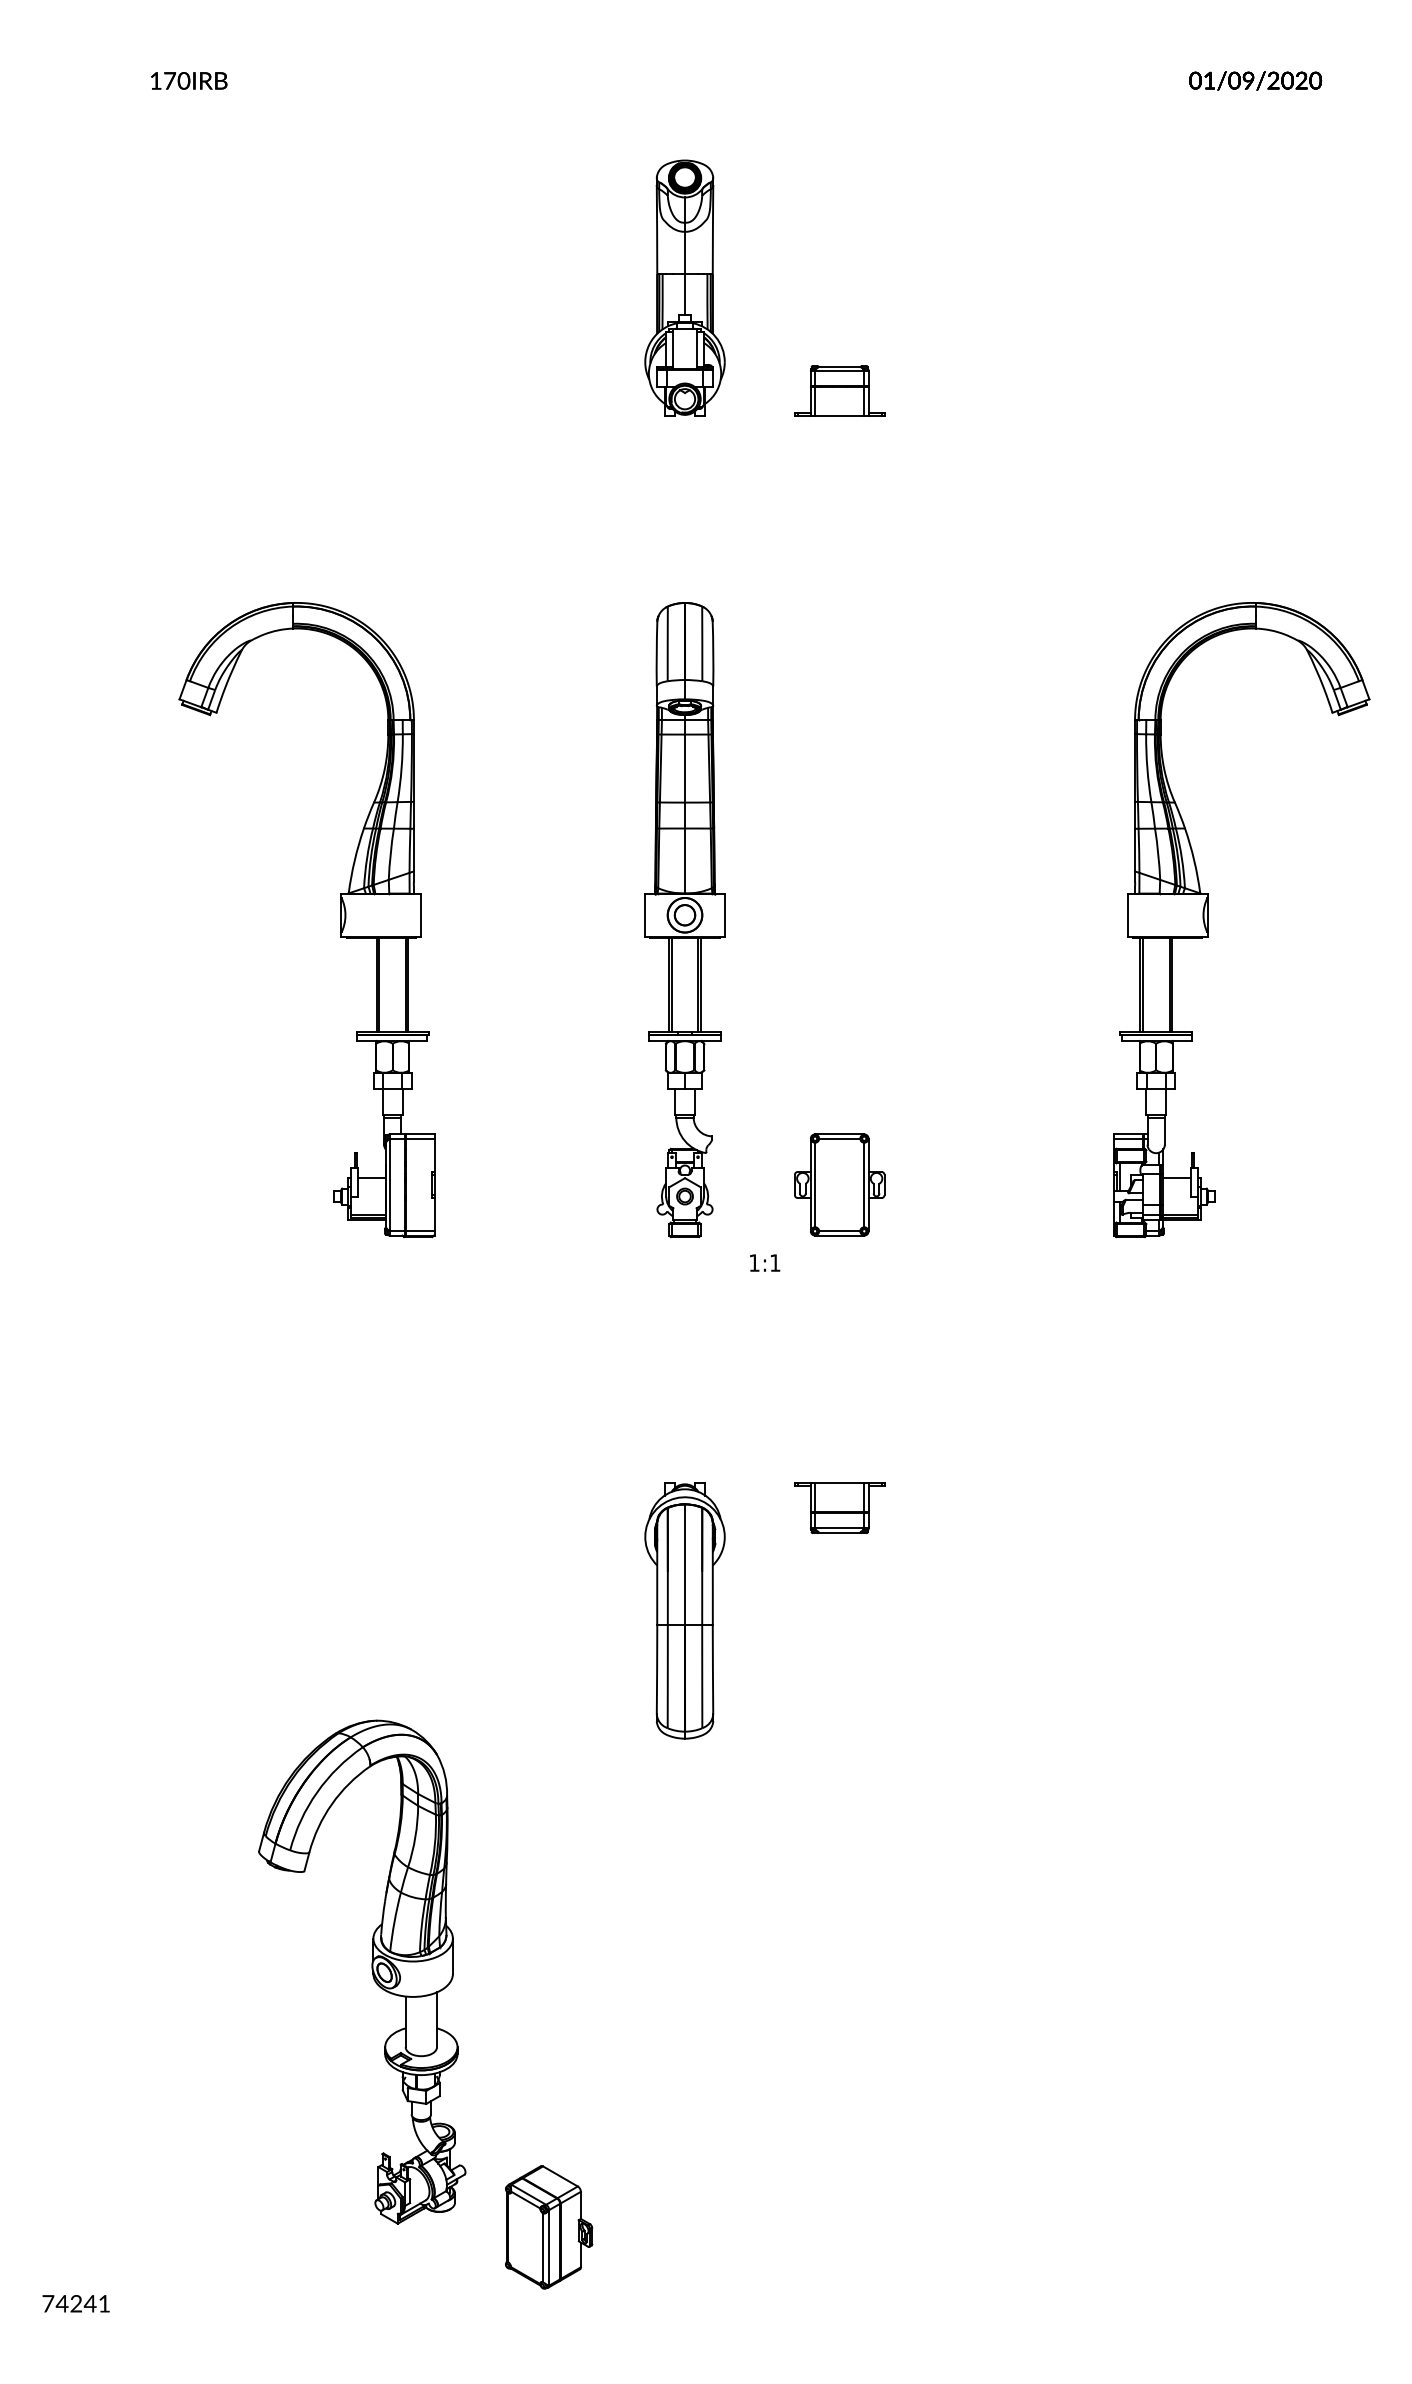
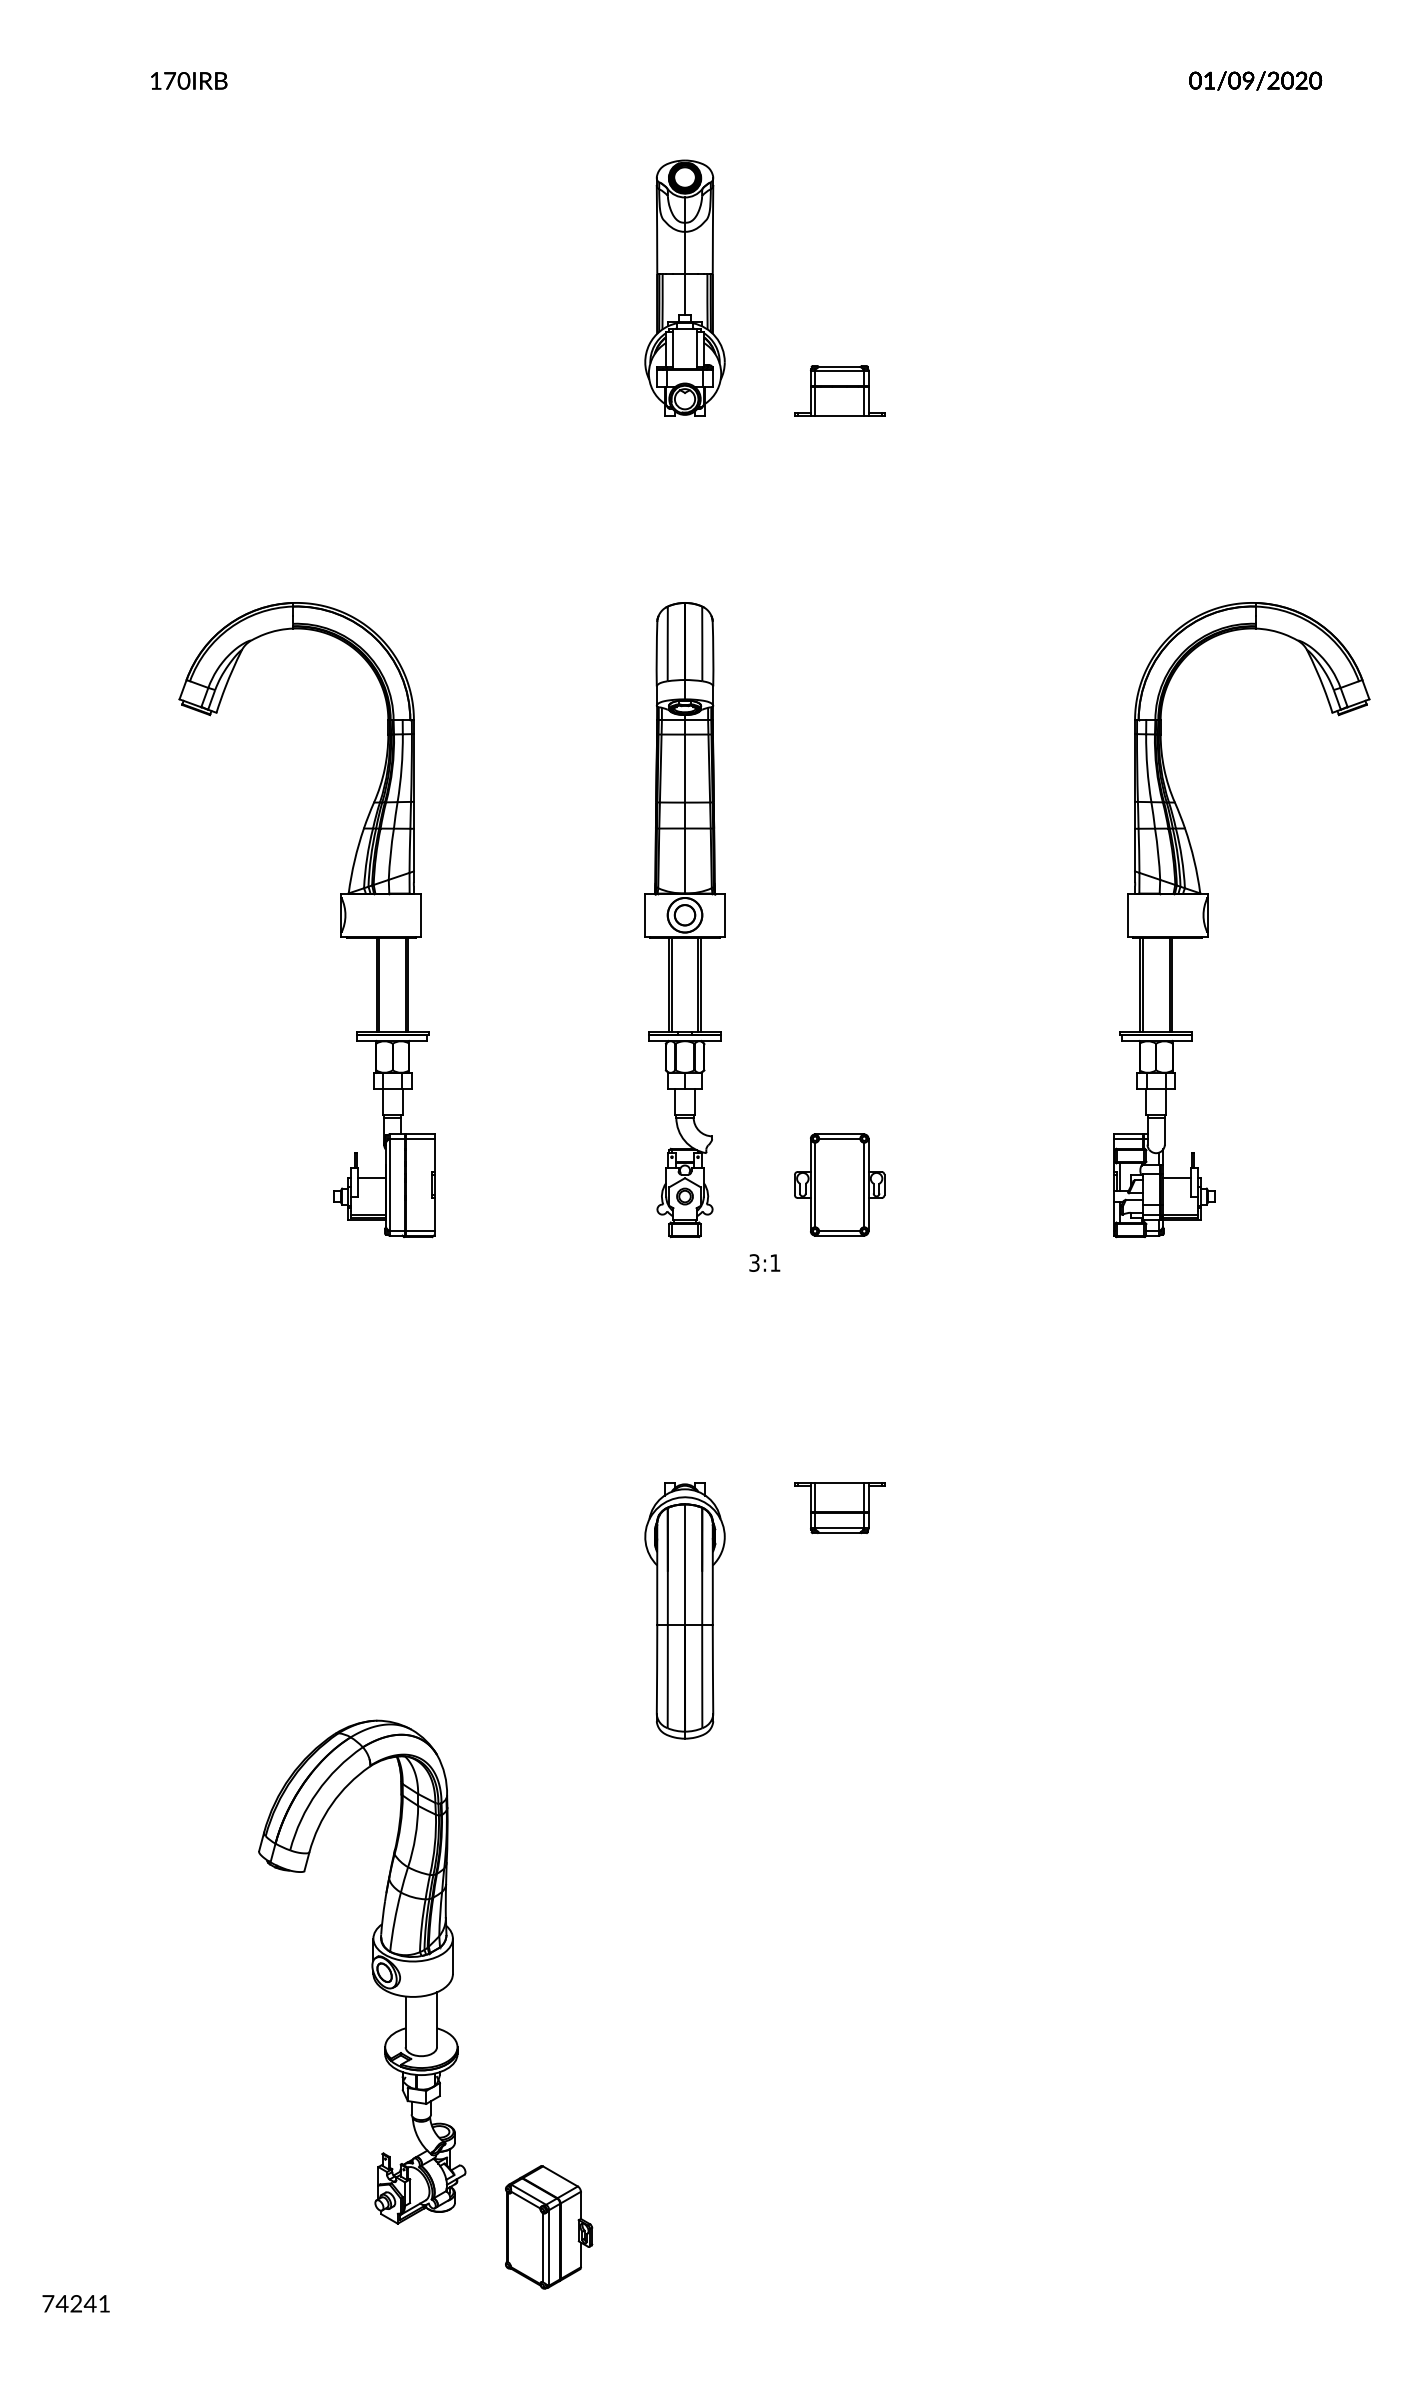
text at (754, 1262): 1:1 -> 3:1
